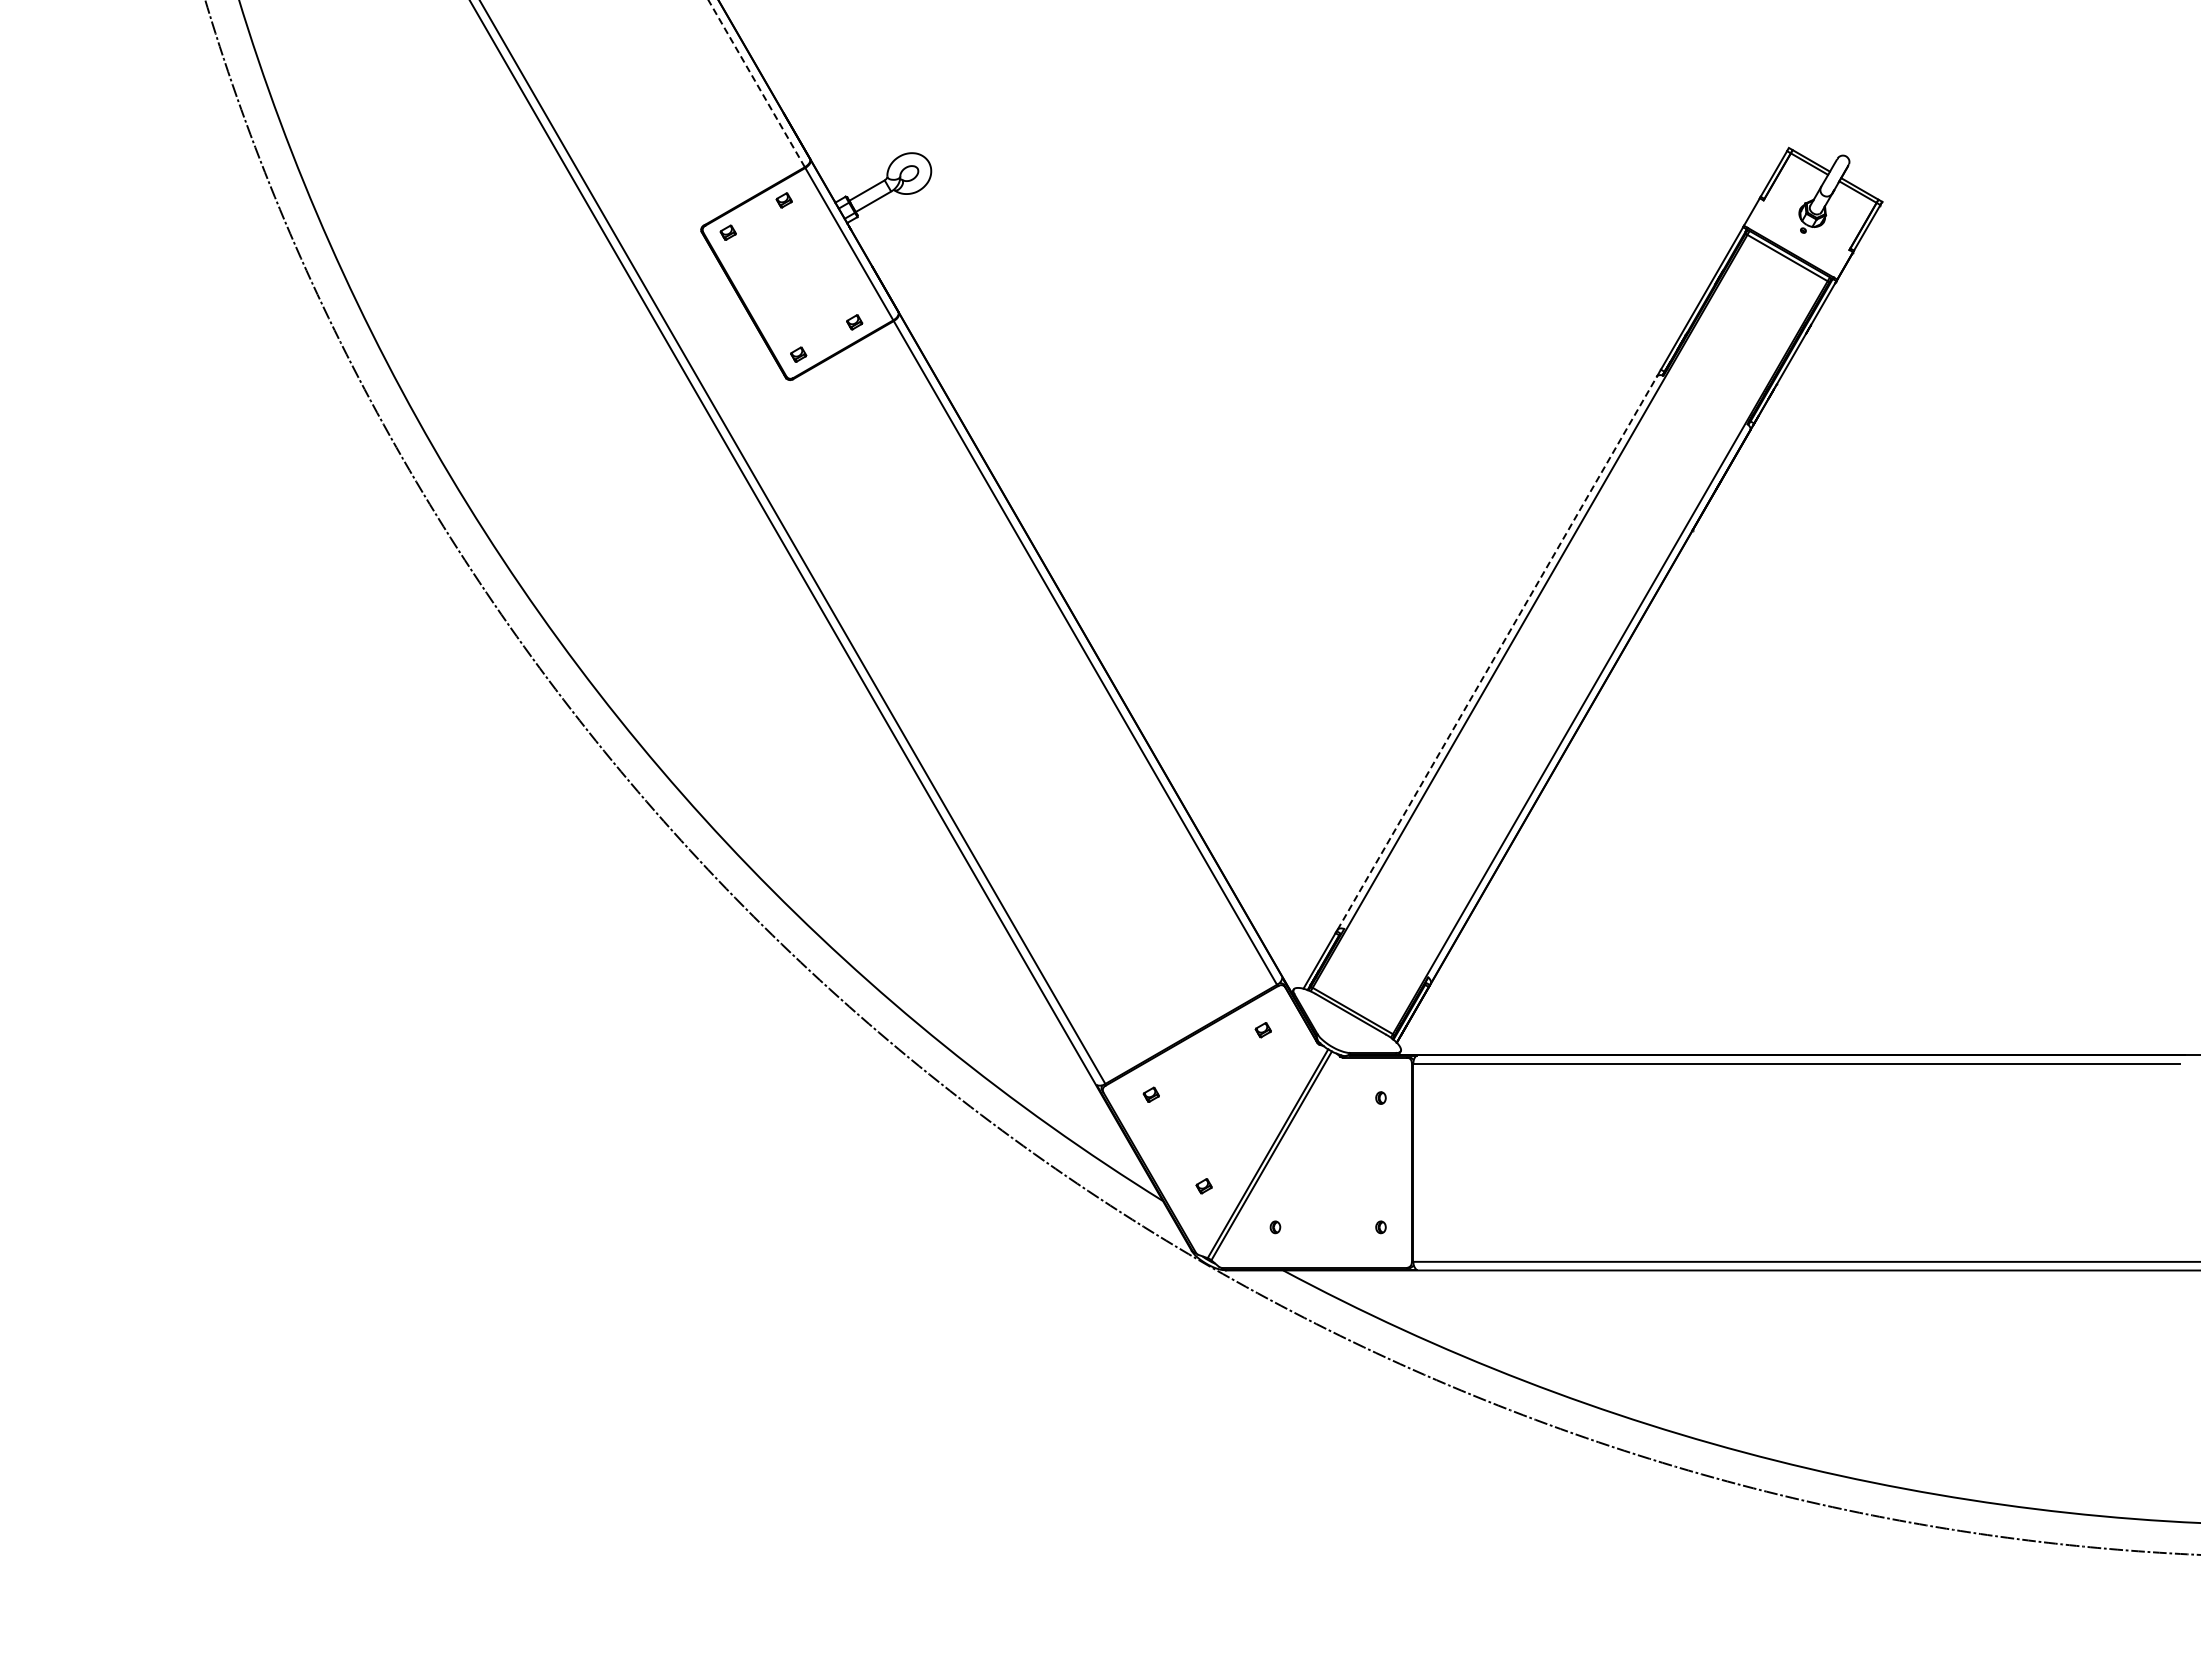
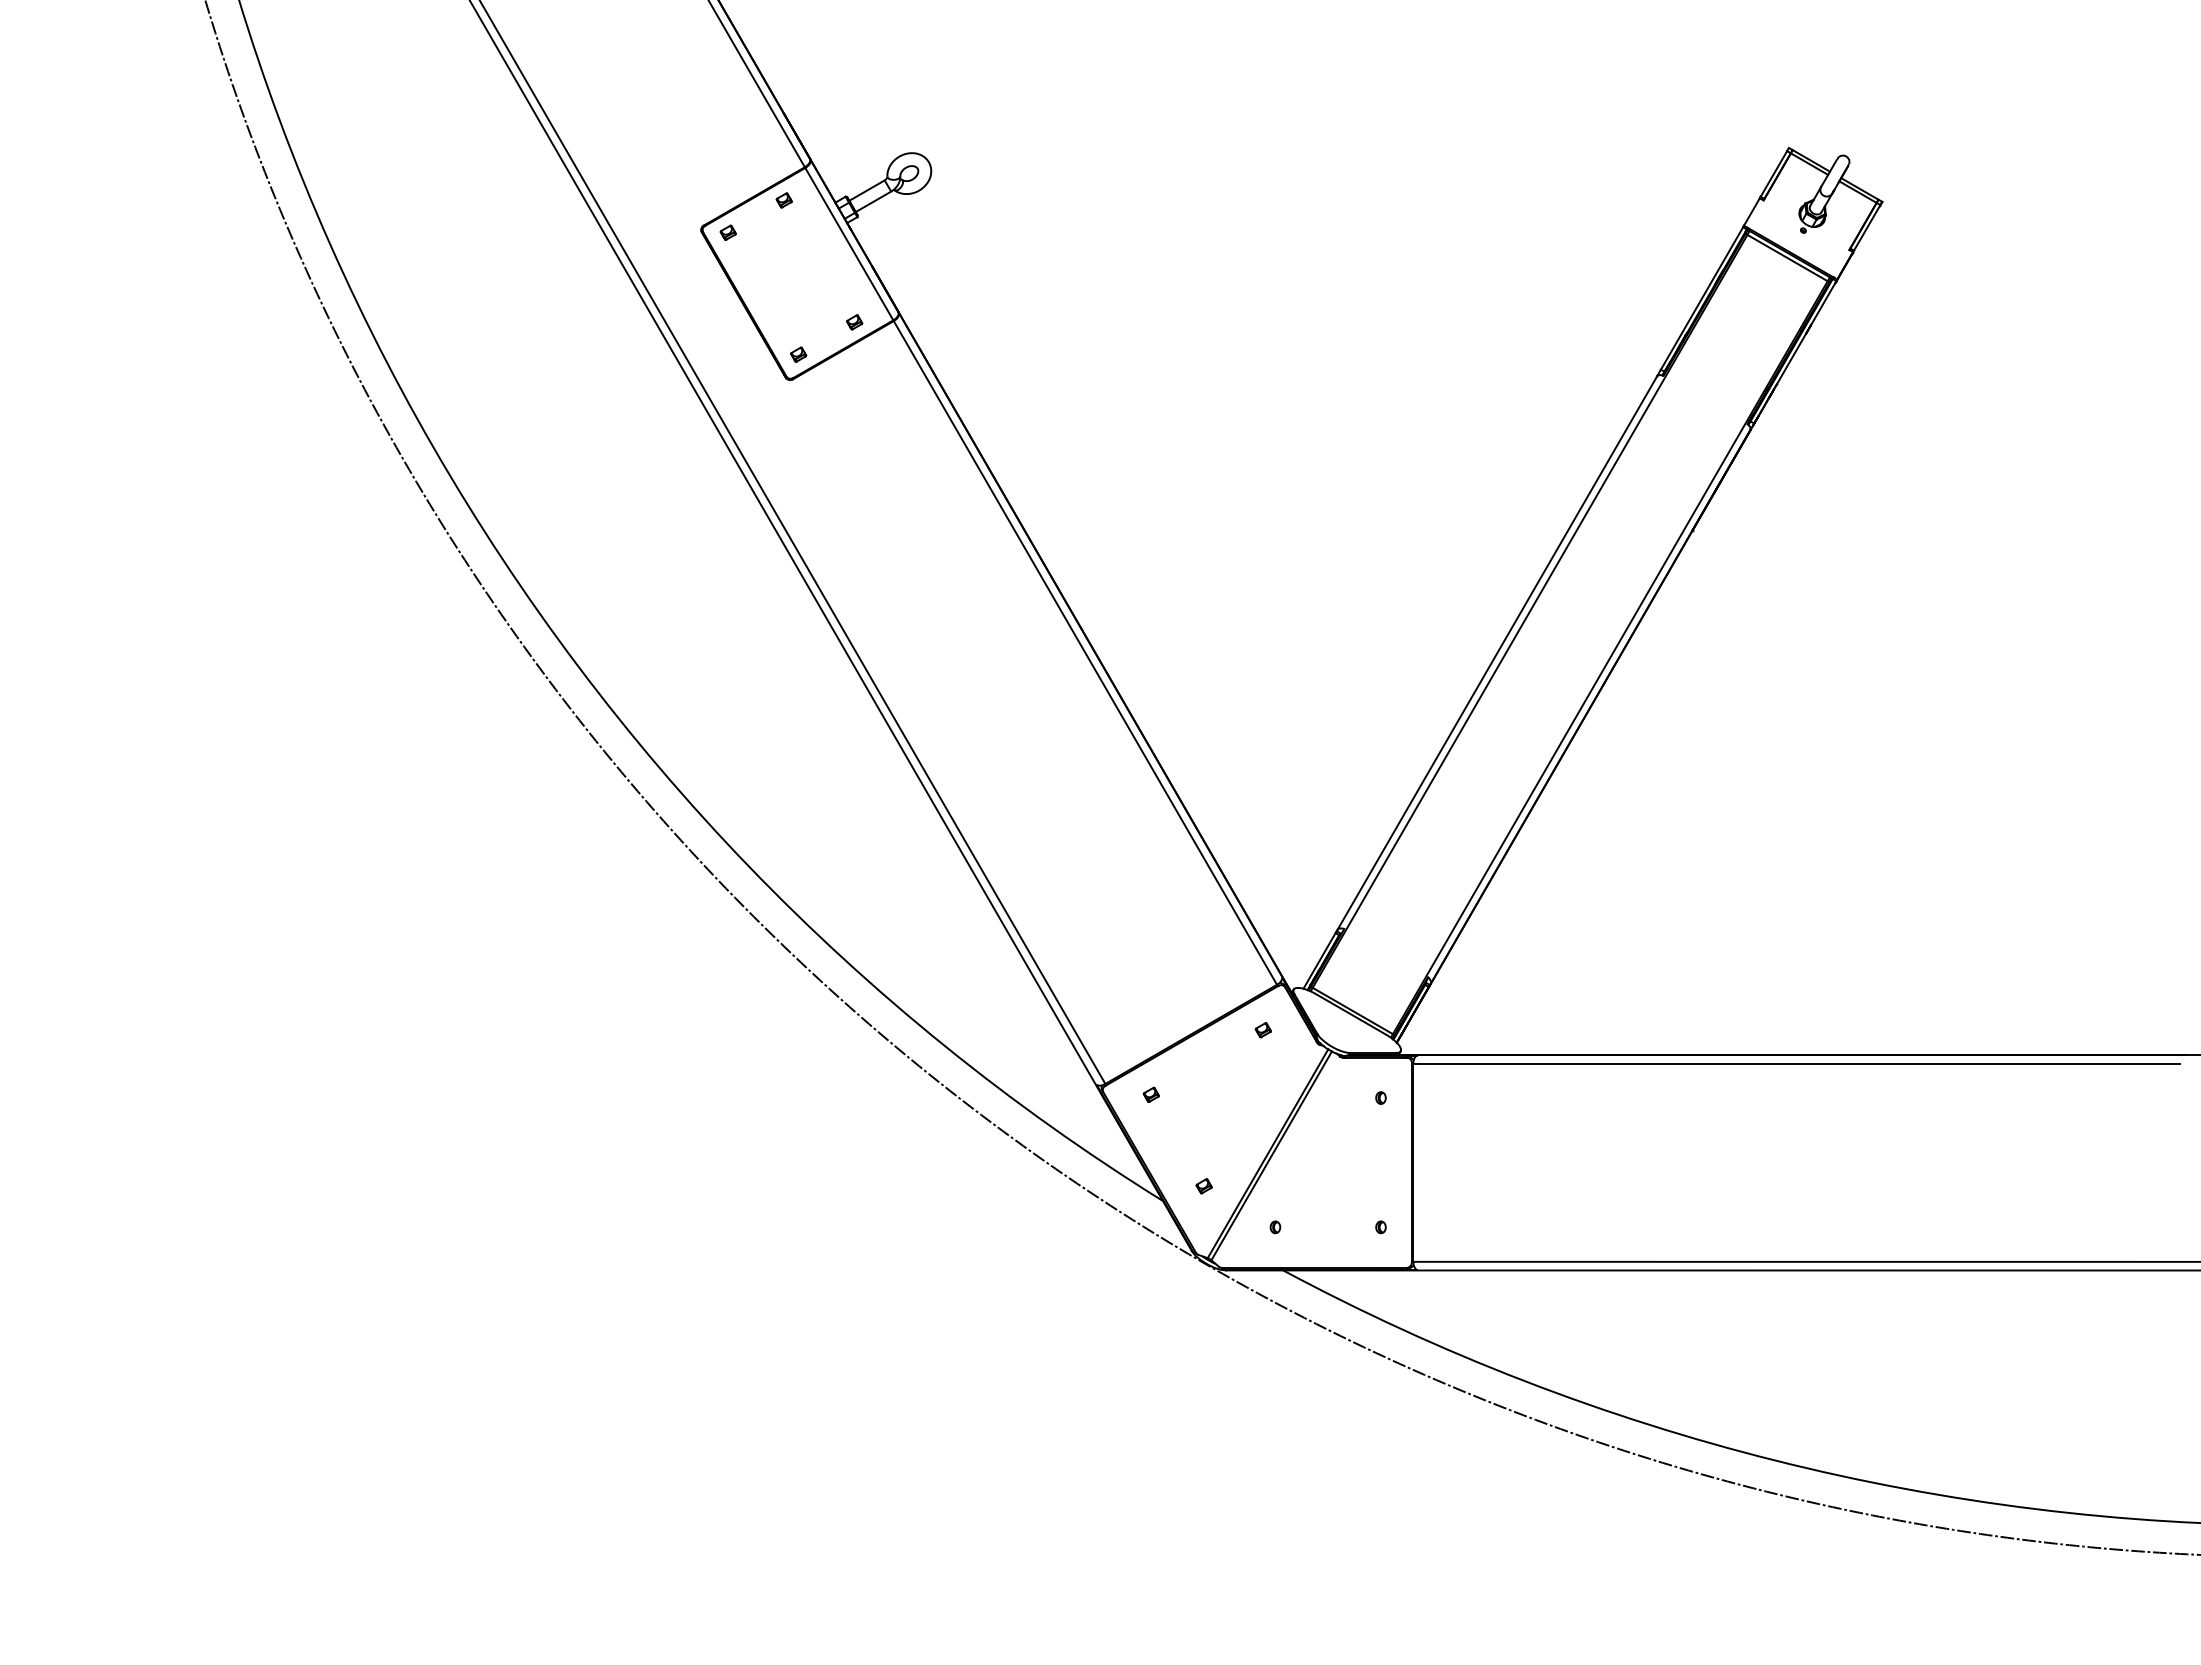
line at (756, 83): dashed -> solid
line at (1497, 652): dashed -> solid
